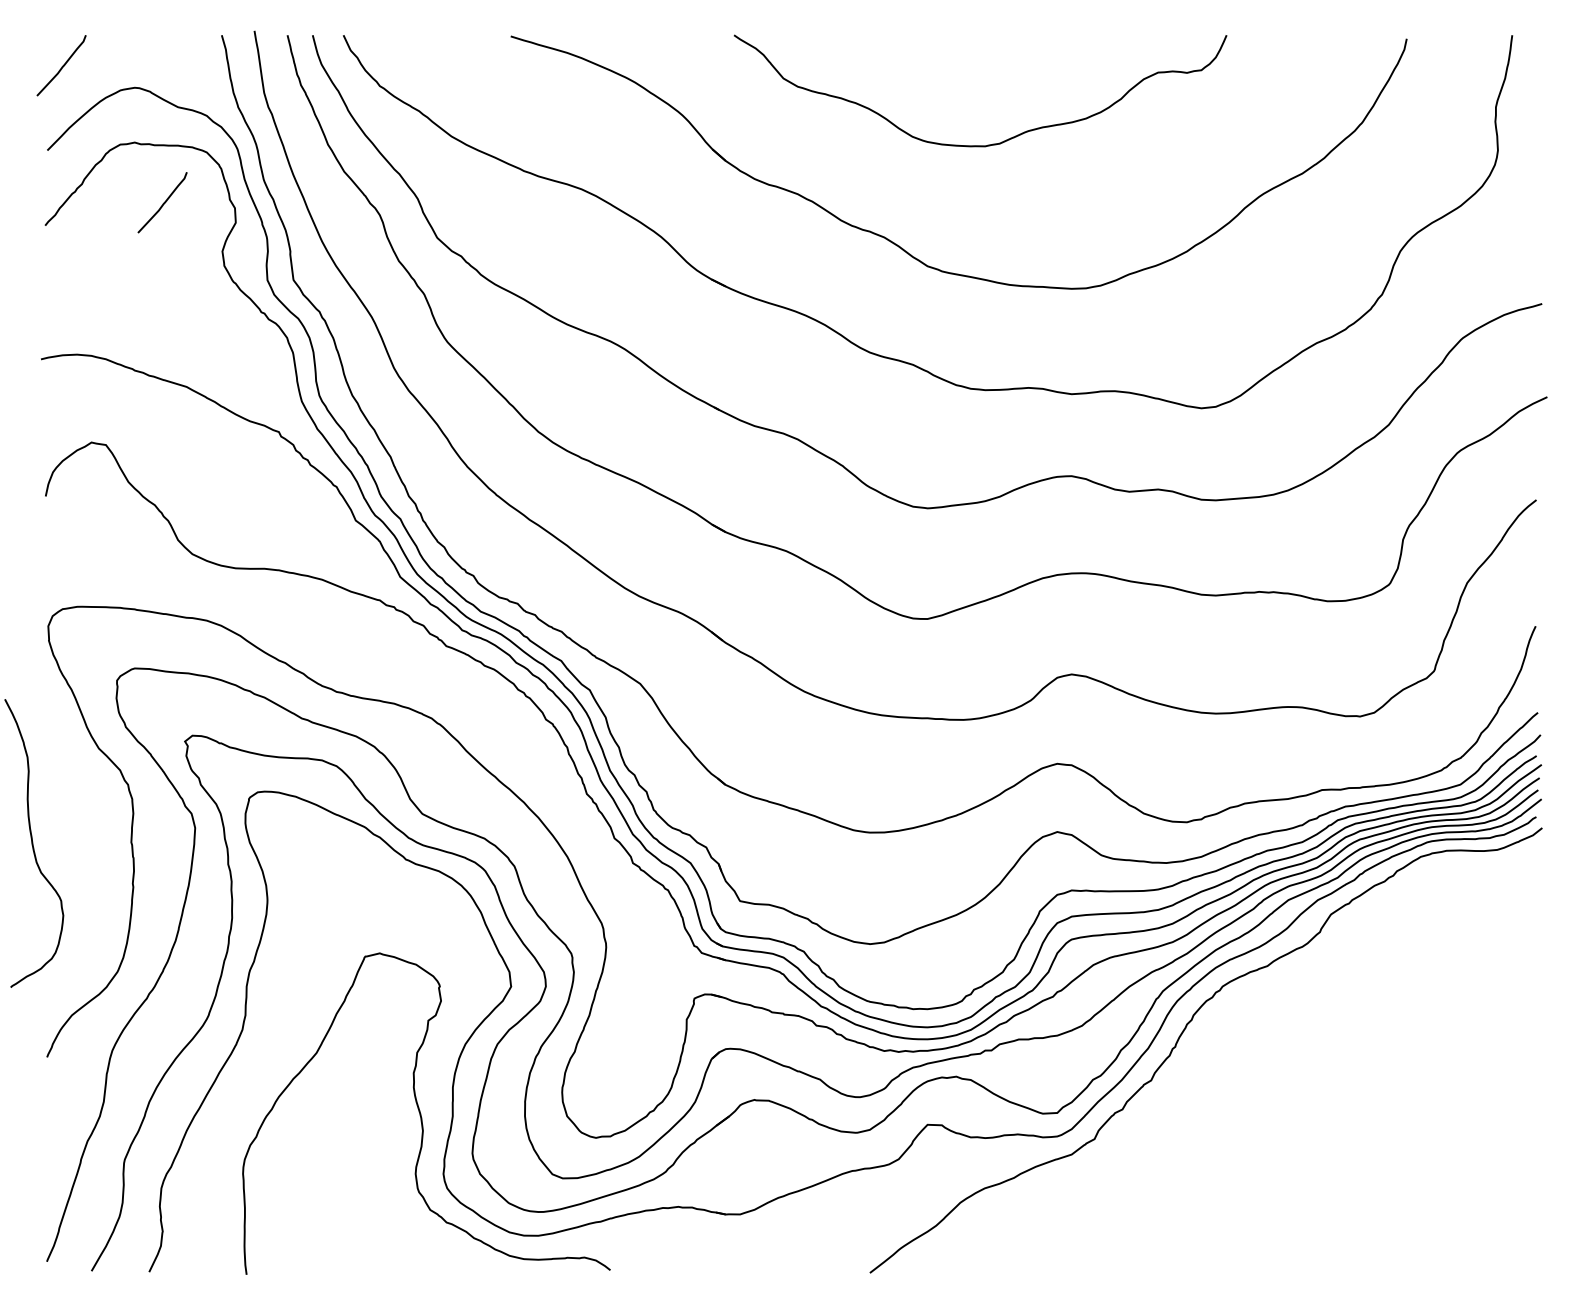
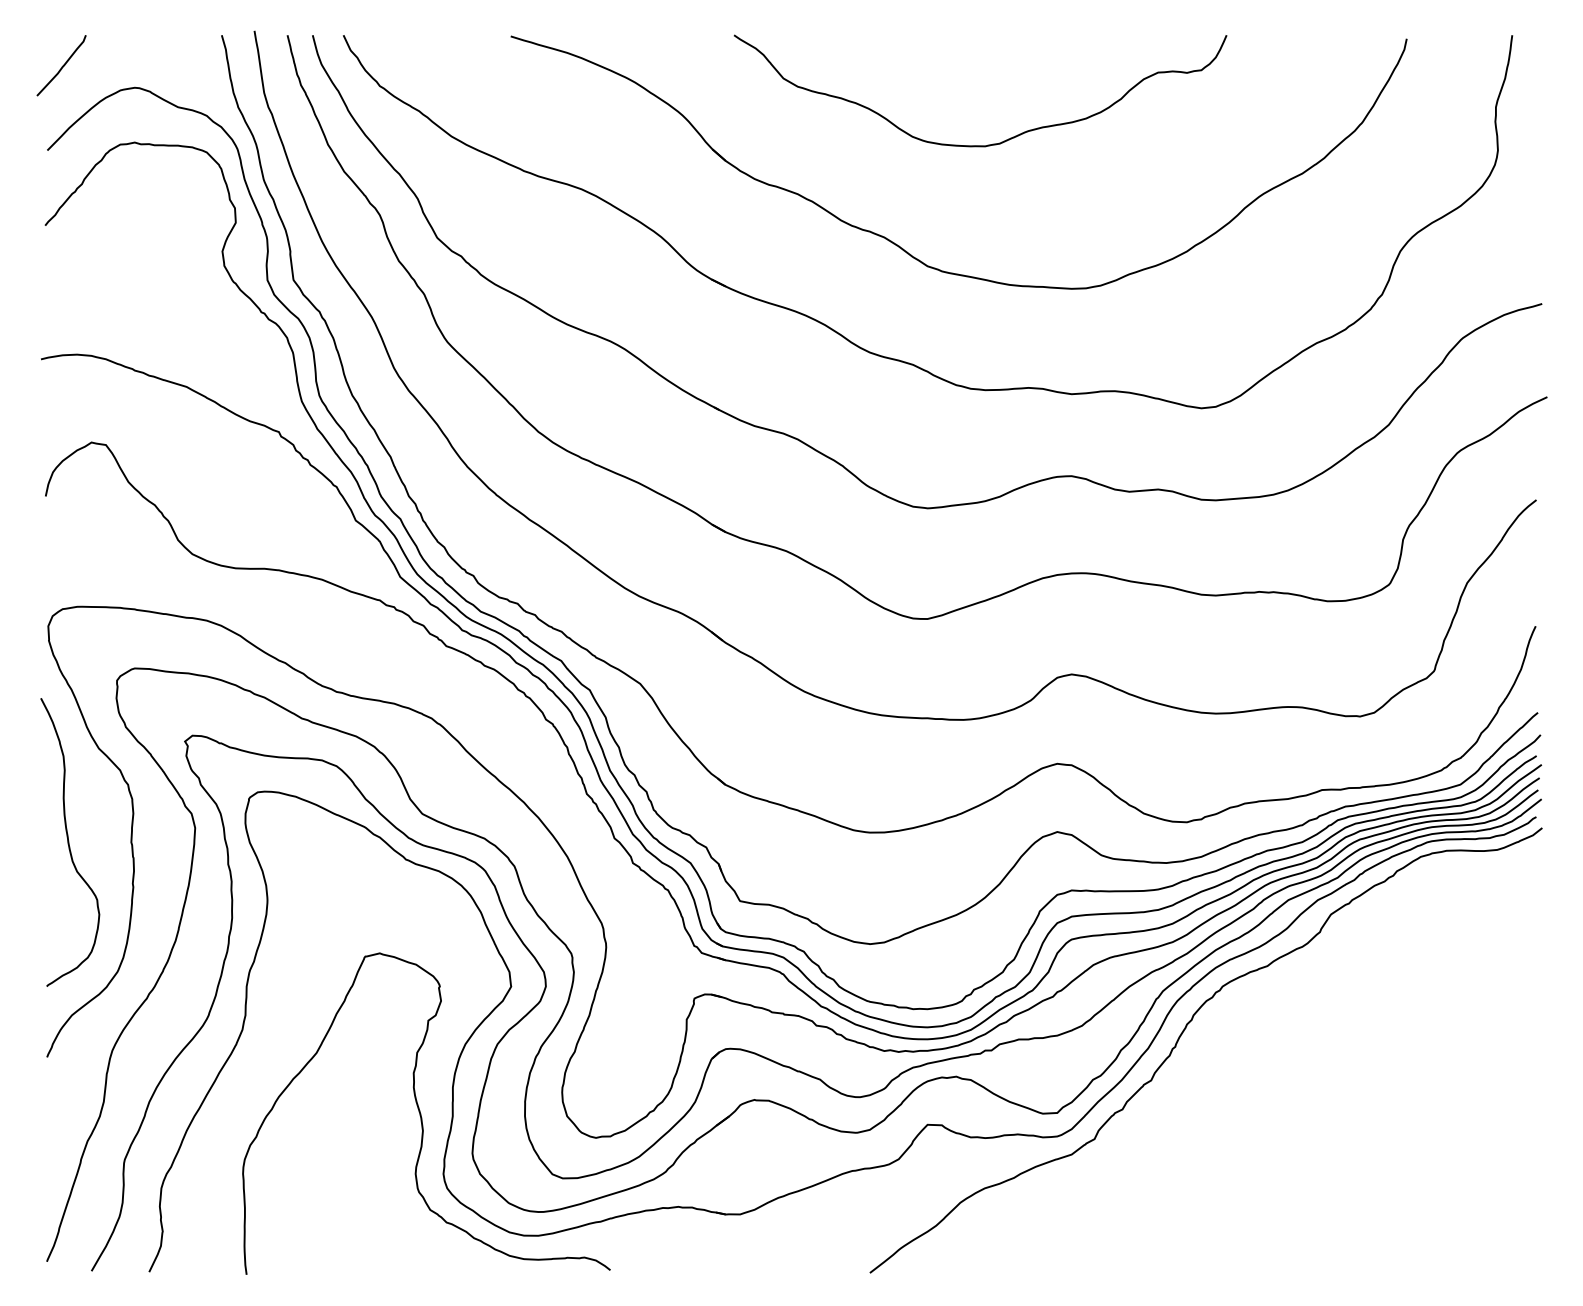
curve at (163, 202): present -> none
curve at (33, 843) position: (33, 843) -> (69, 842)
